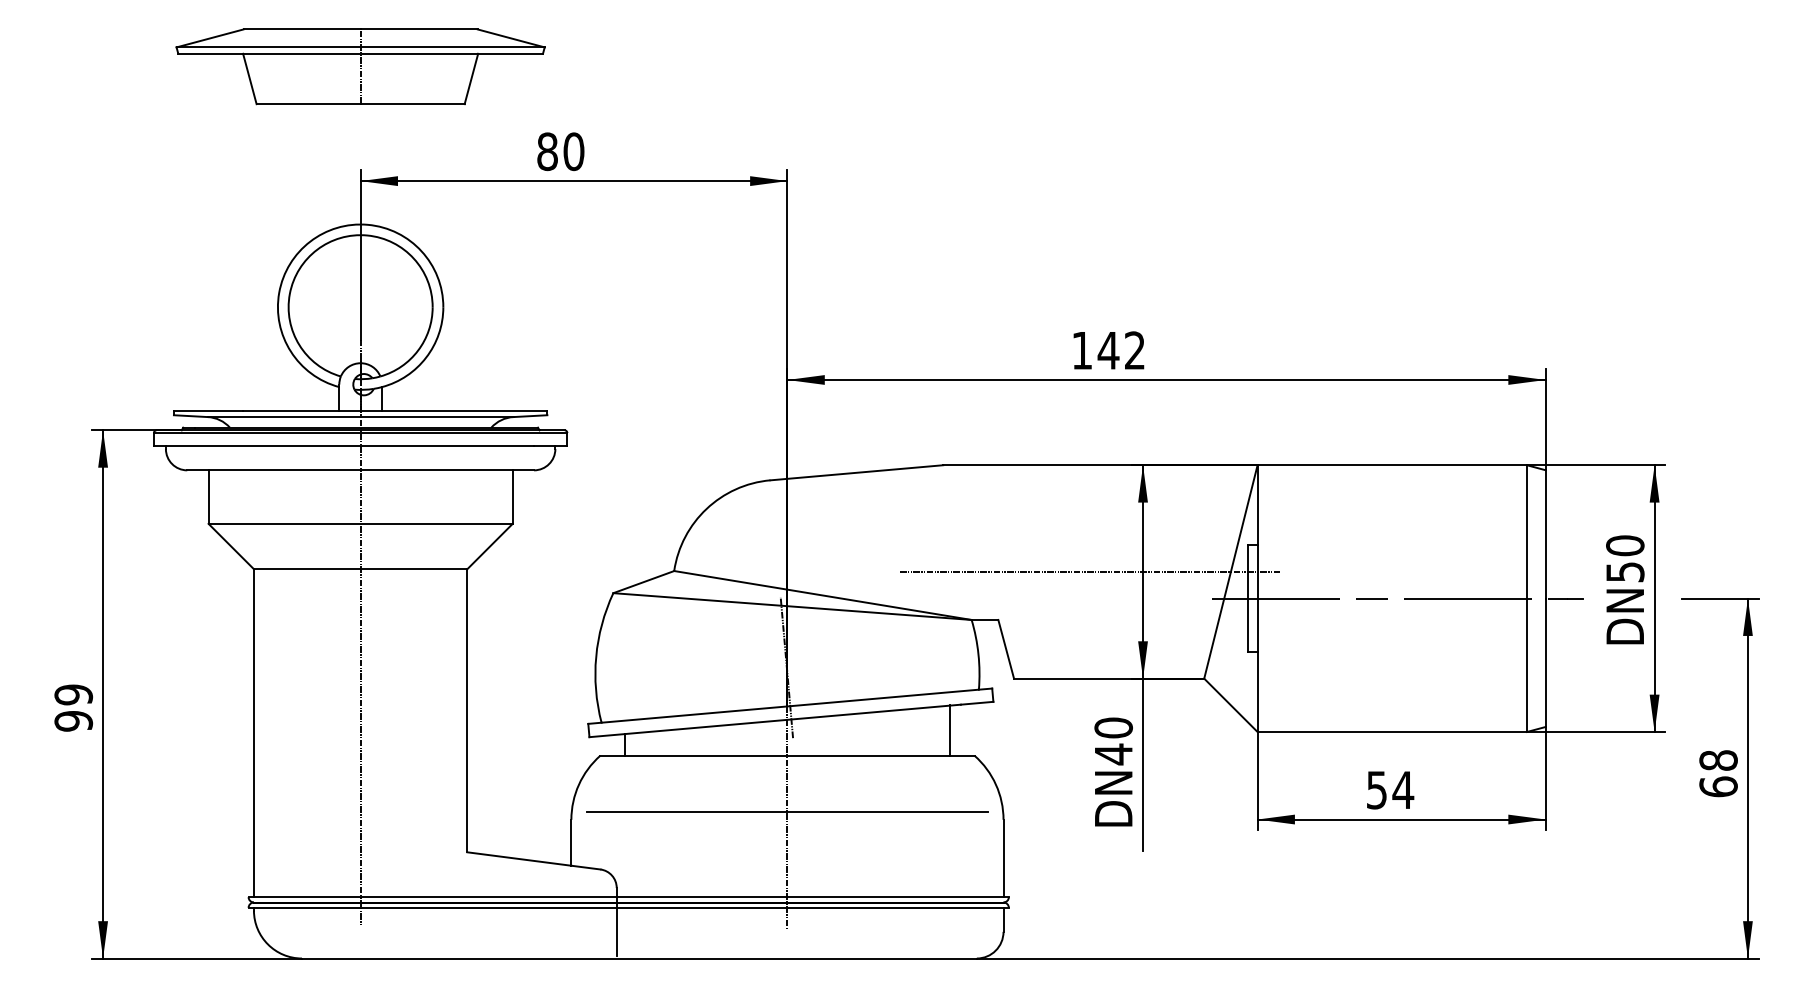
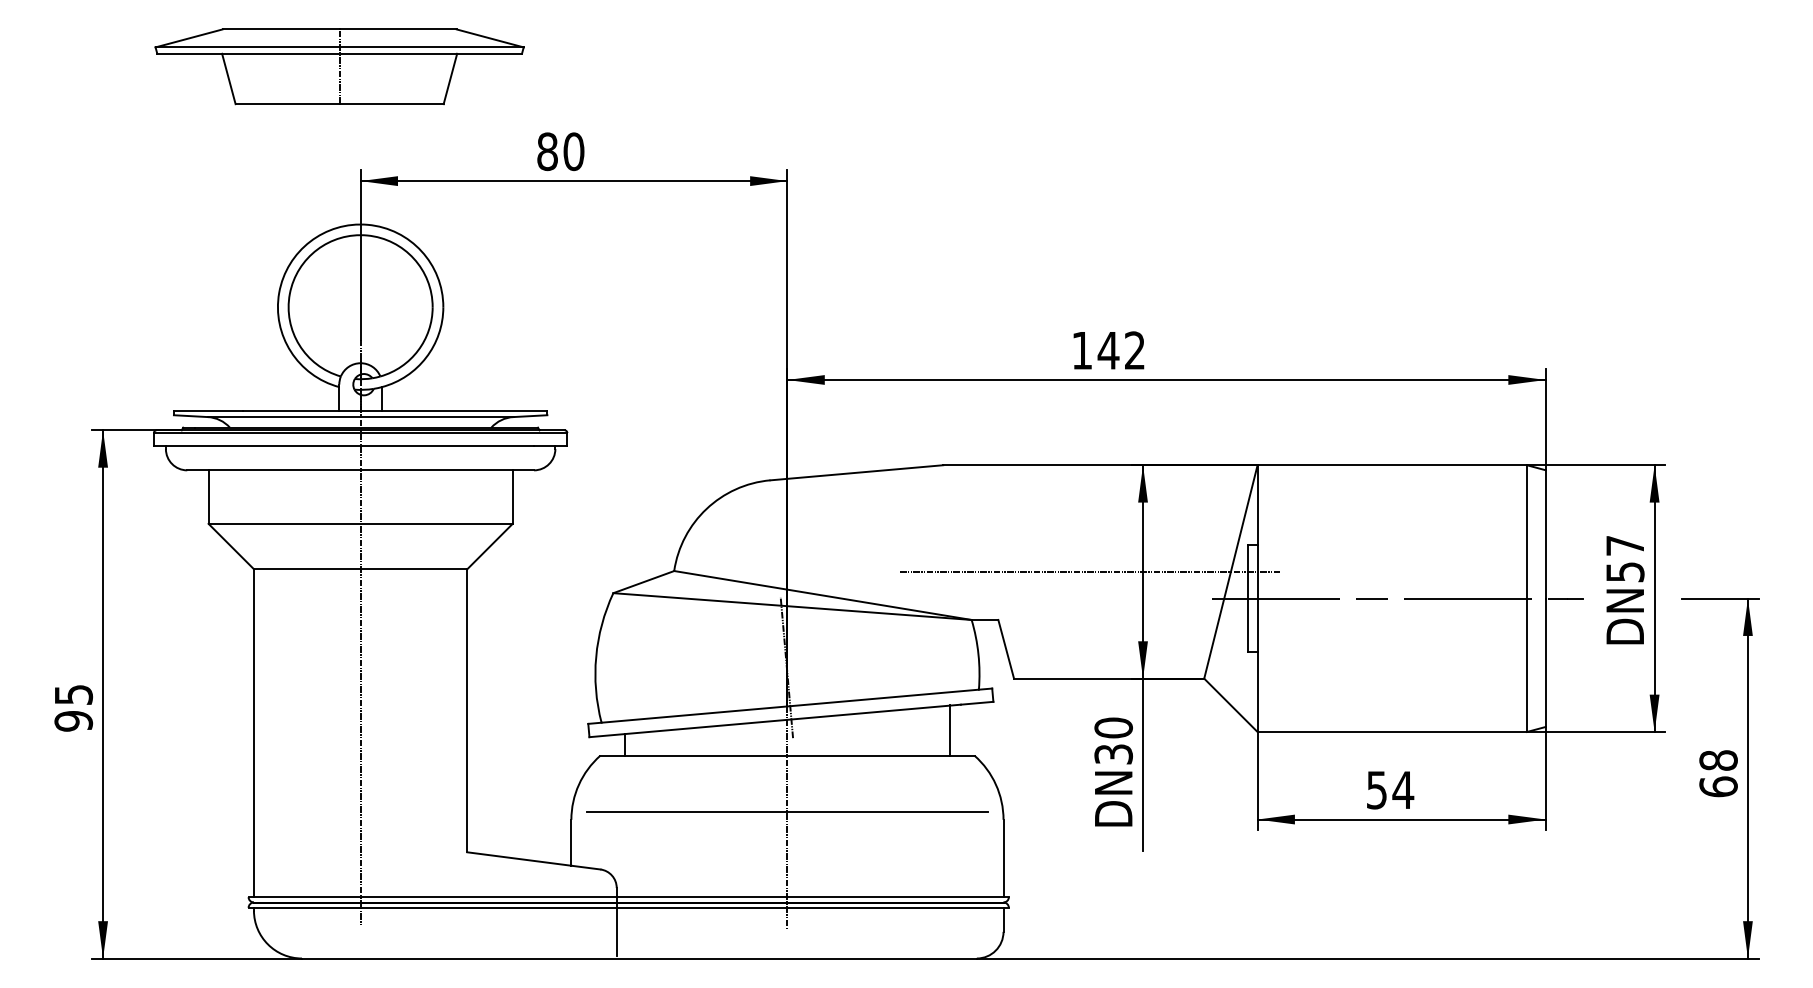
part at (360, 66) position: (360, 66) -> (339, 66)
text at (1625, 545): 50 -> 57
text at (73, 694): 99 -> 95
text at (1113, 754): 40 -> 30
